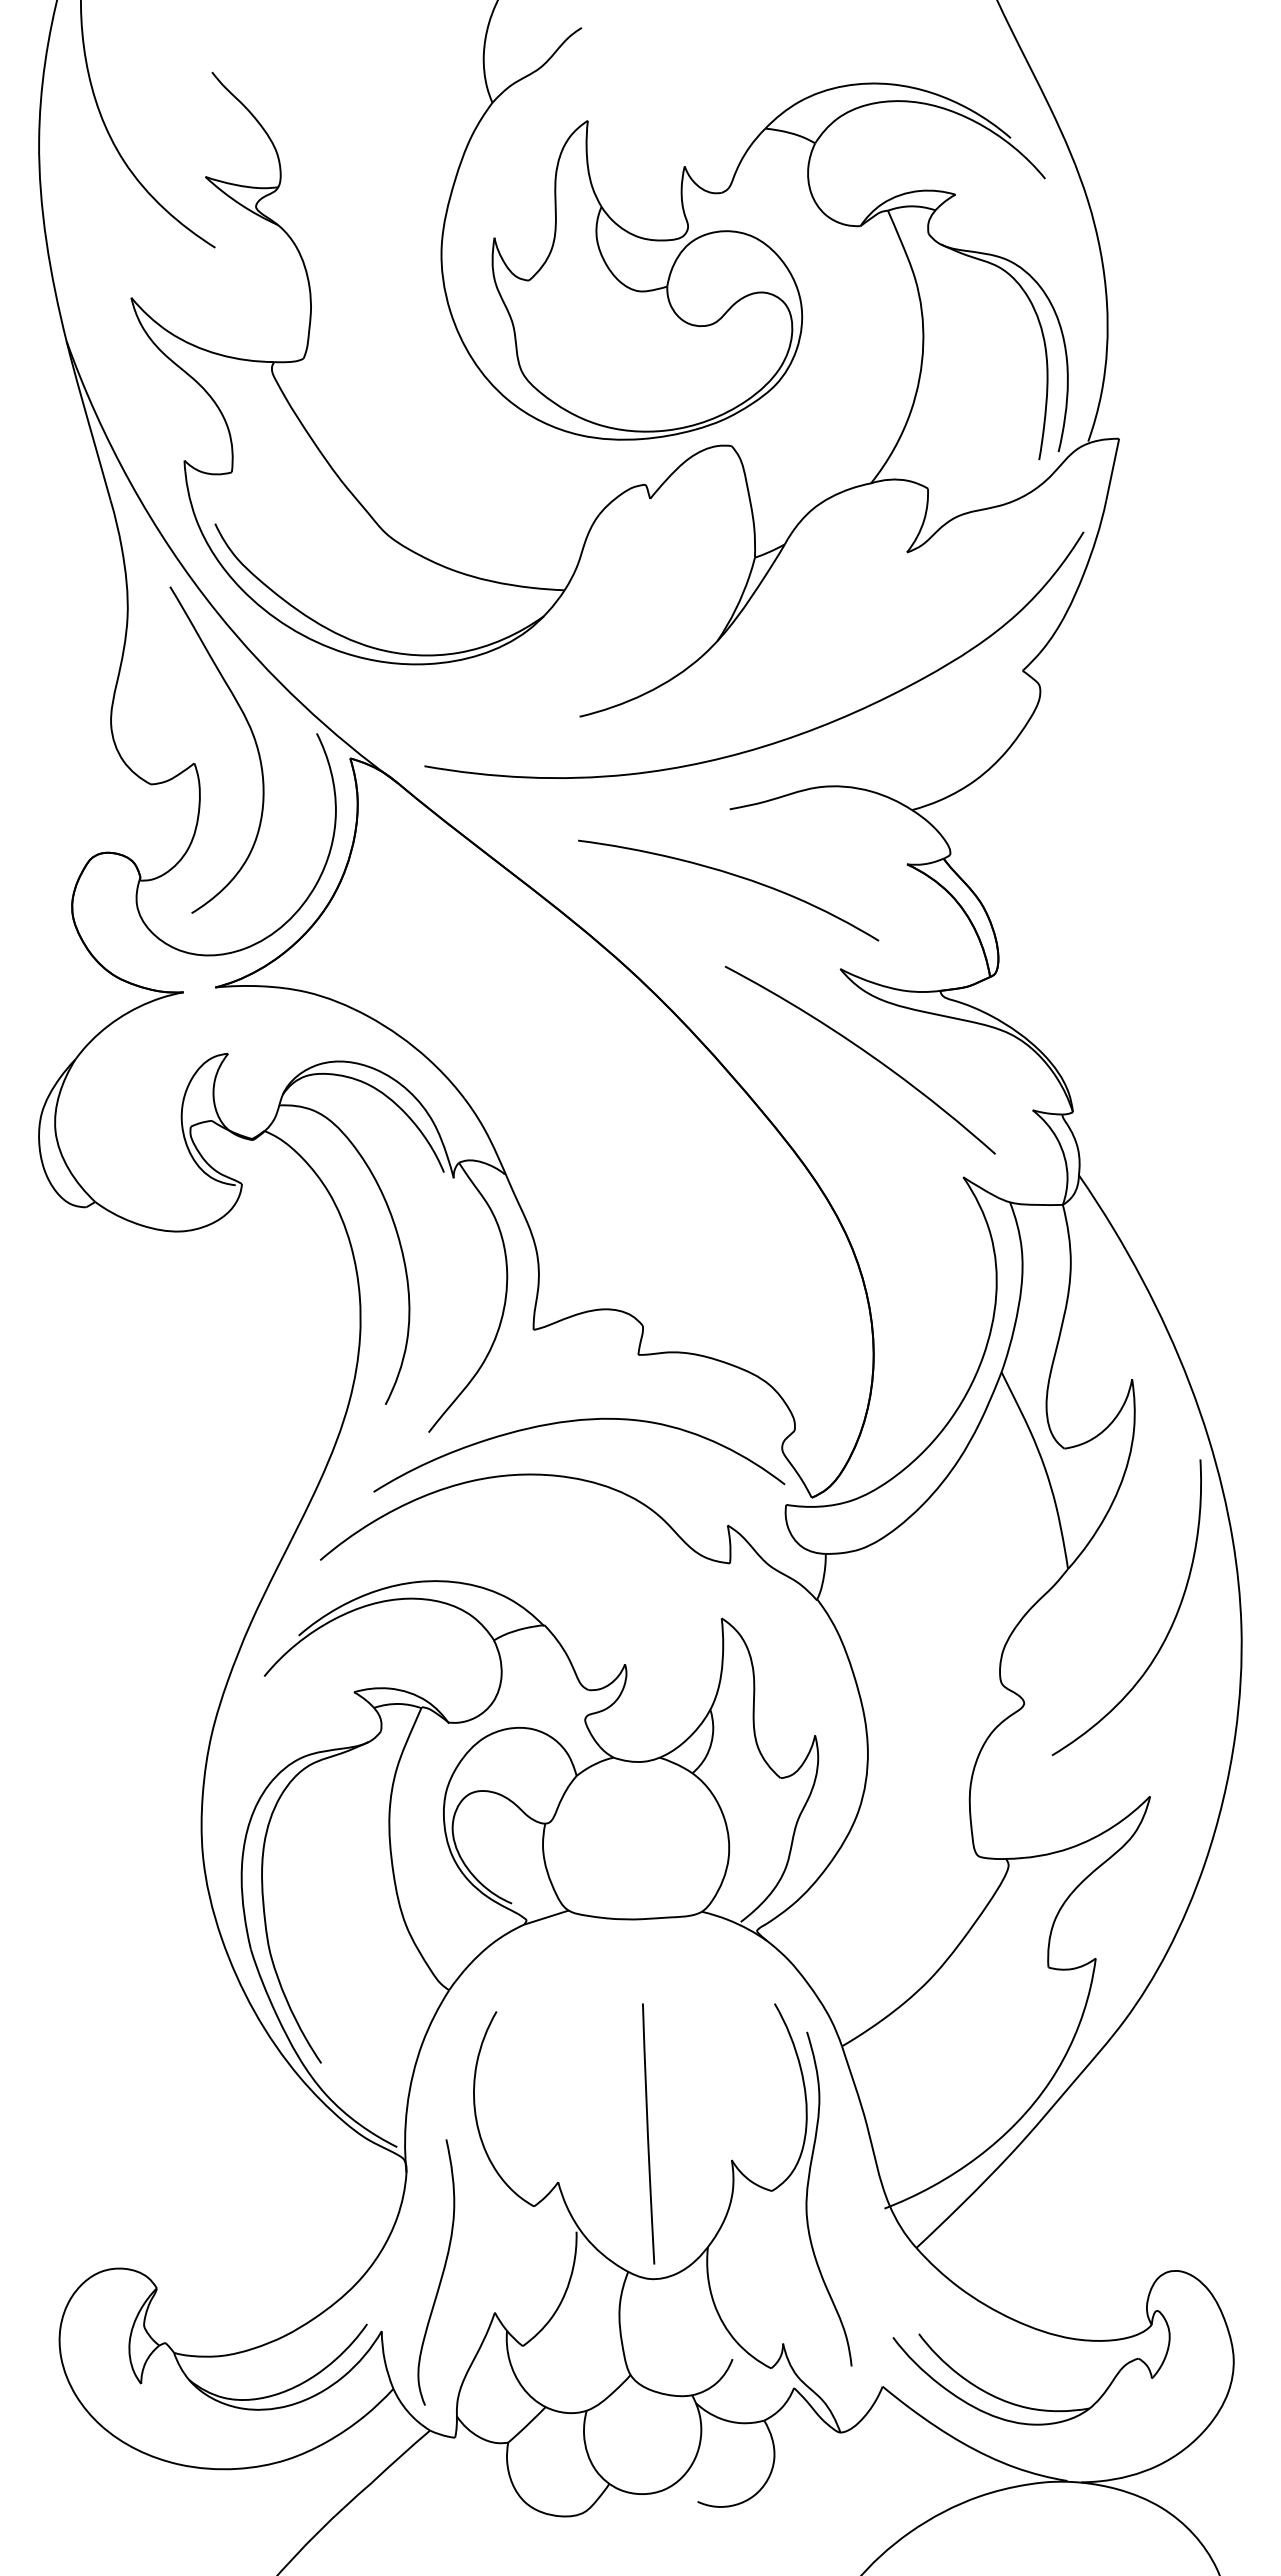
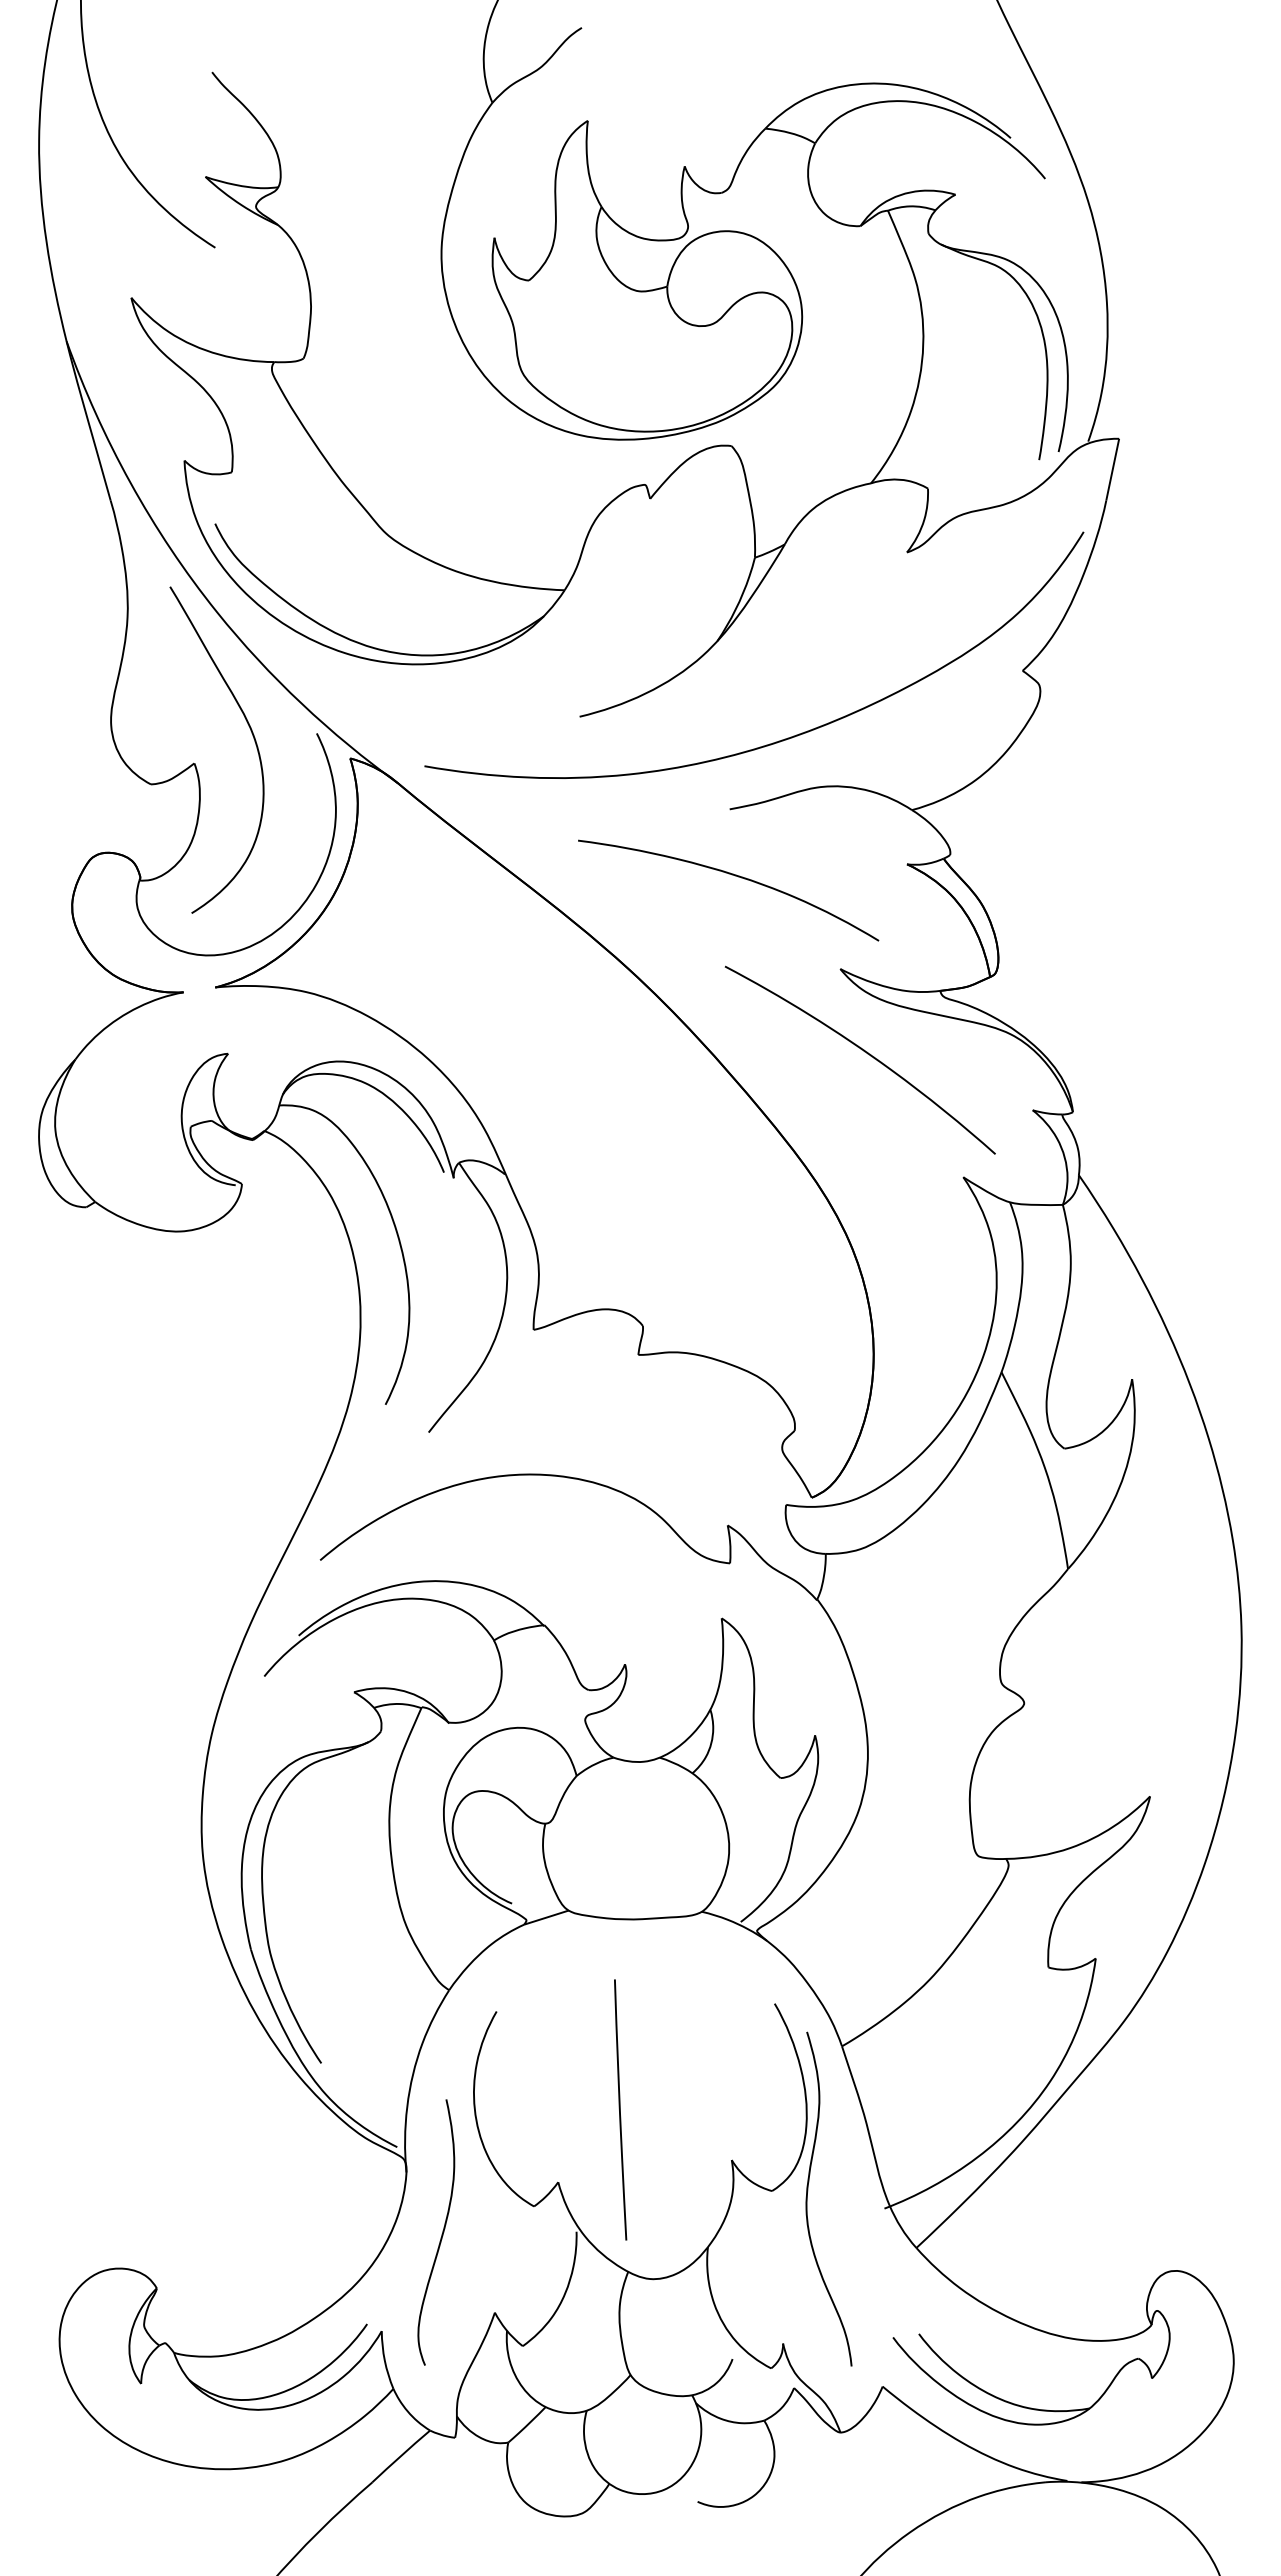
curve at (578, 1421): present -> none
curve at (1169, 1628): present -> none
line at (648, 2133) position: (648, 2133) -> (620, 2109)
curve at (441, 2274) position: (441, 2274) -> (441, 2234)
